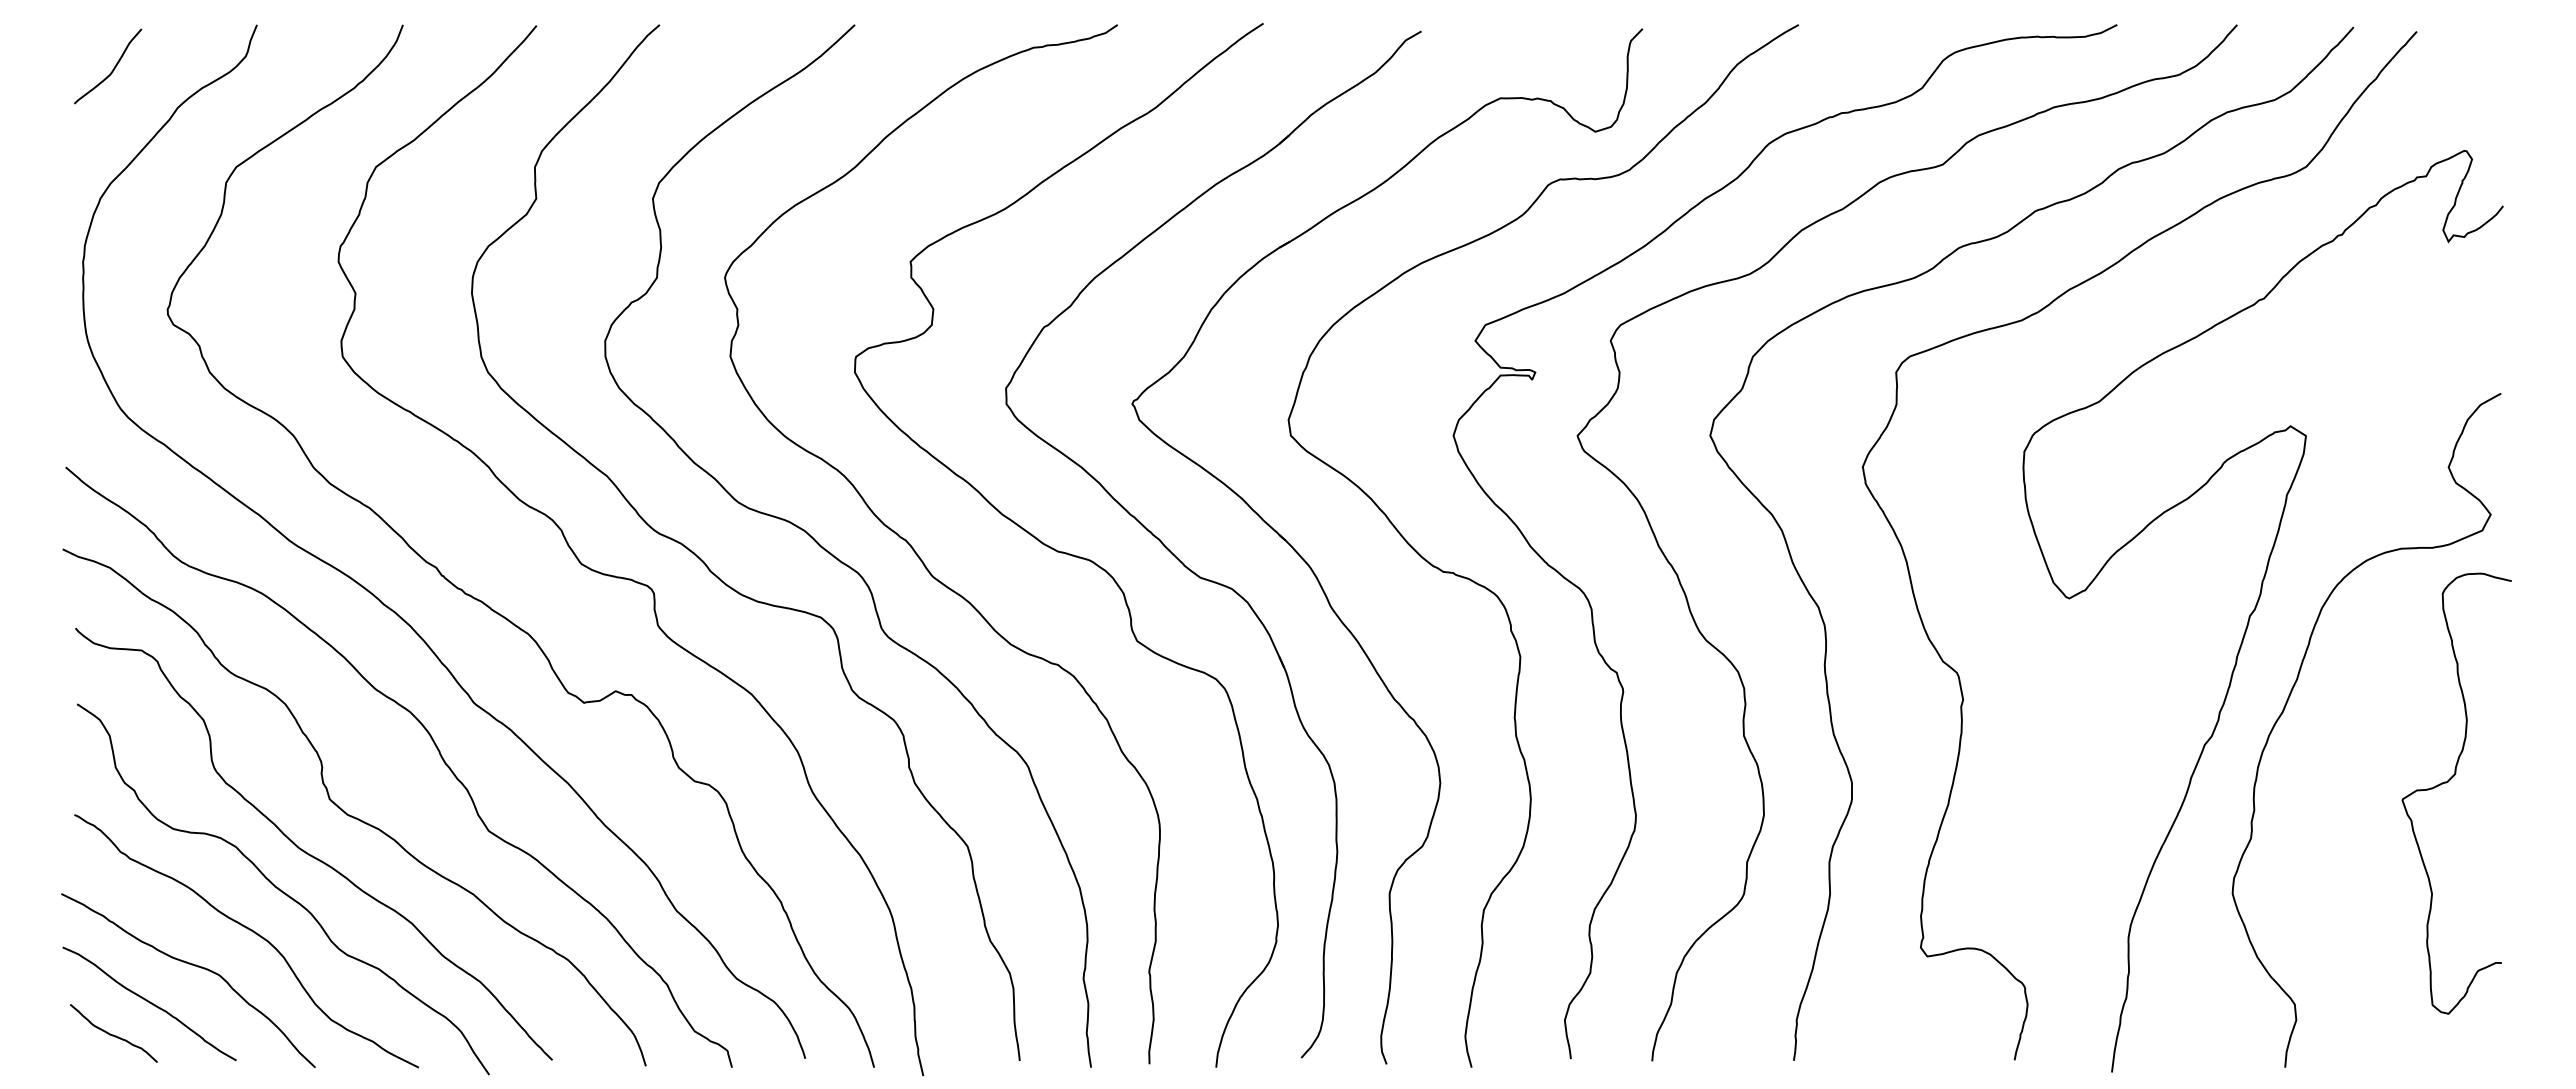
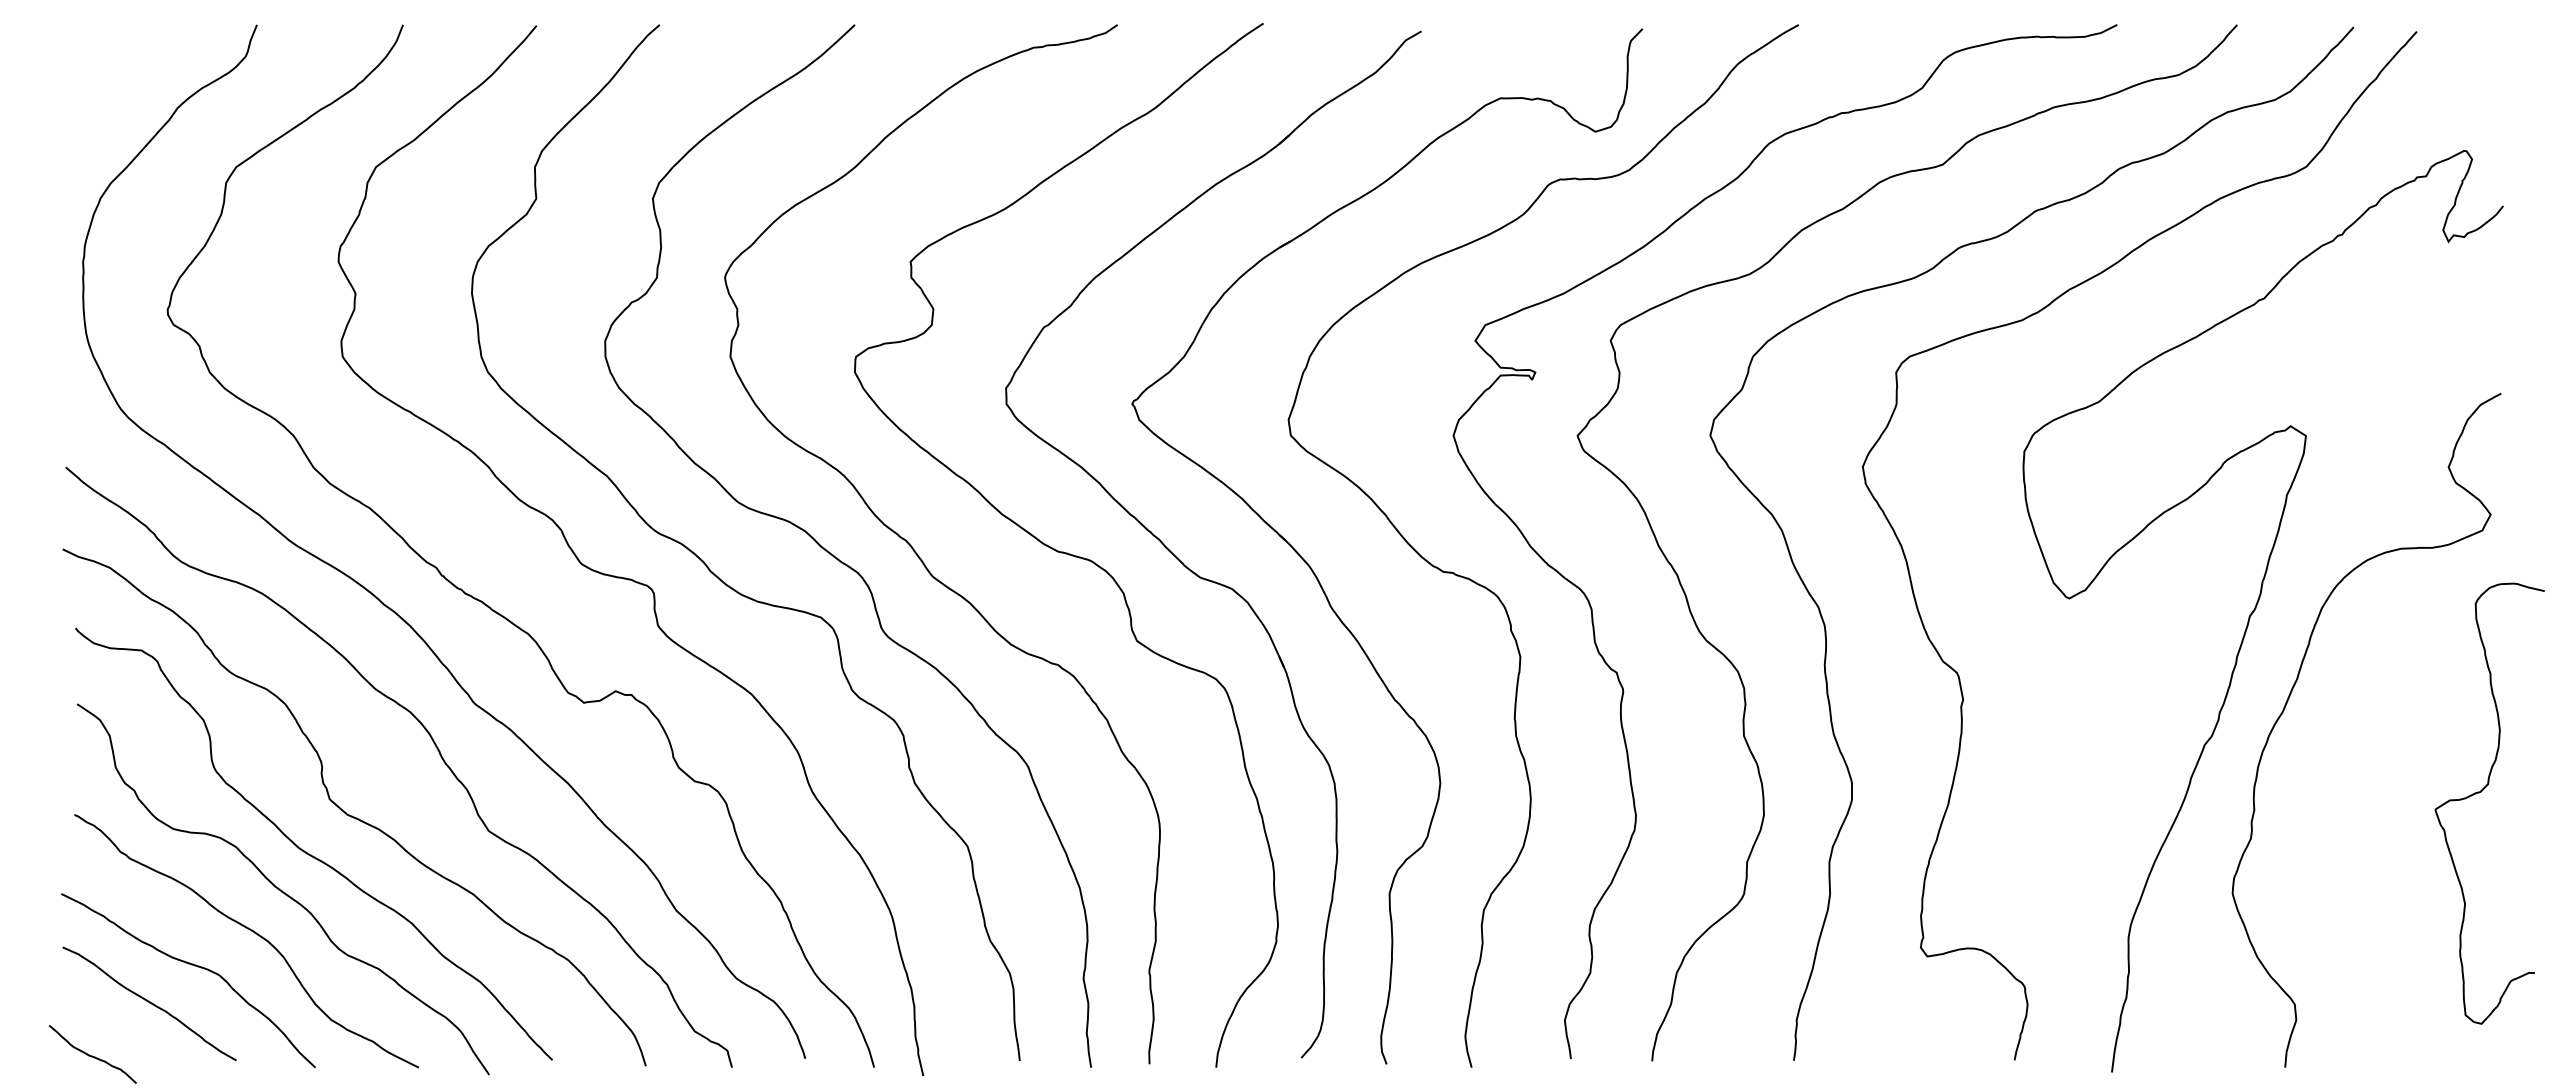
curve at (112, 69): present -> none
curve at (2448, 782) position: (2448, 782) -> (2481, 792)
curve at (113, 1034) position: (113, 1034) -> (92, 1055)
